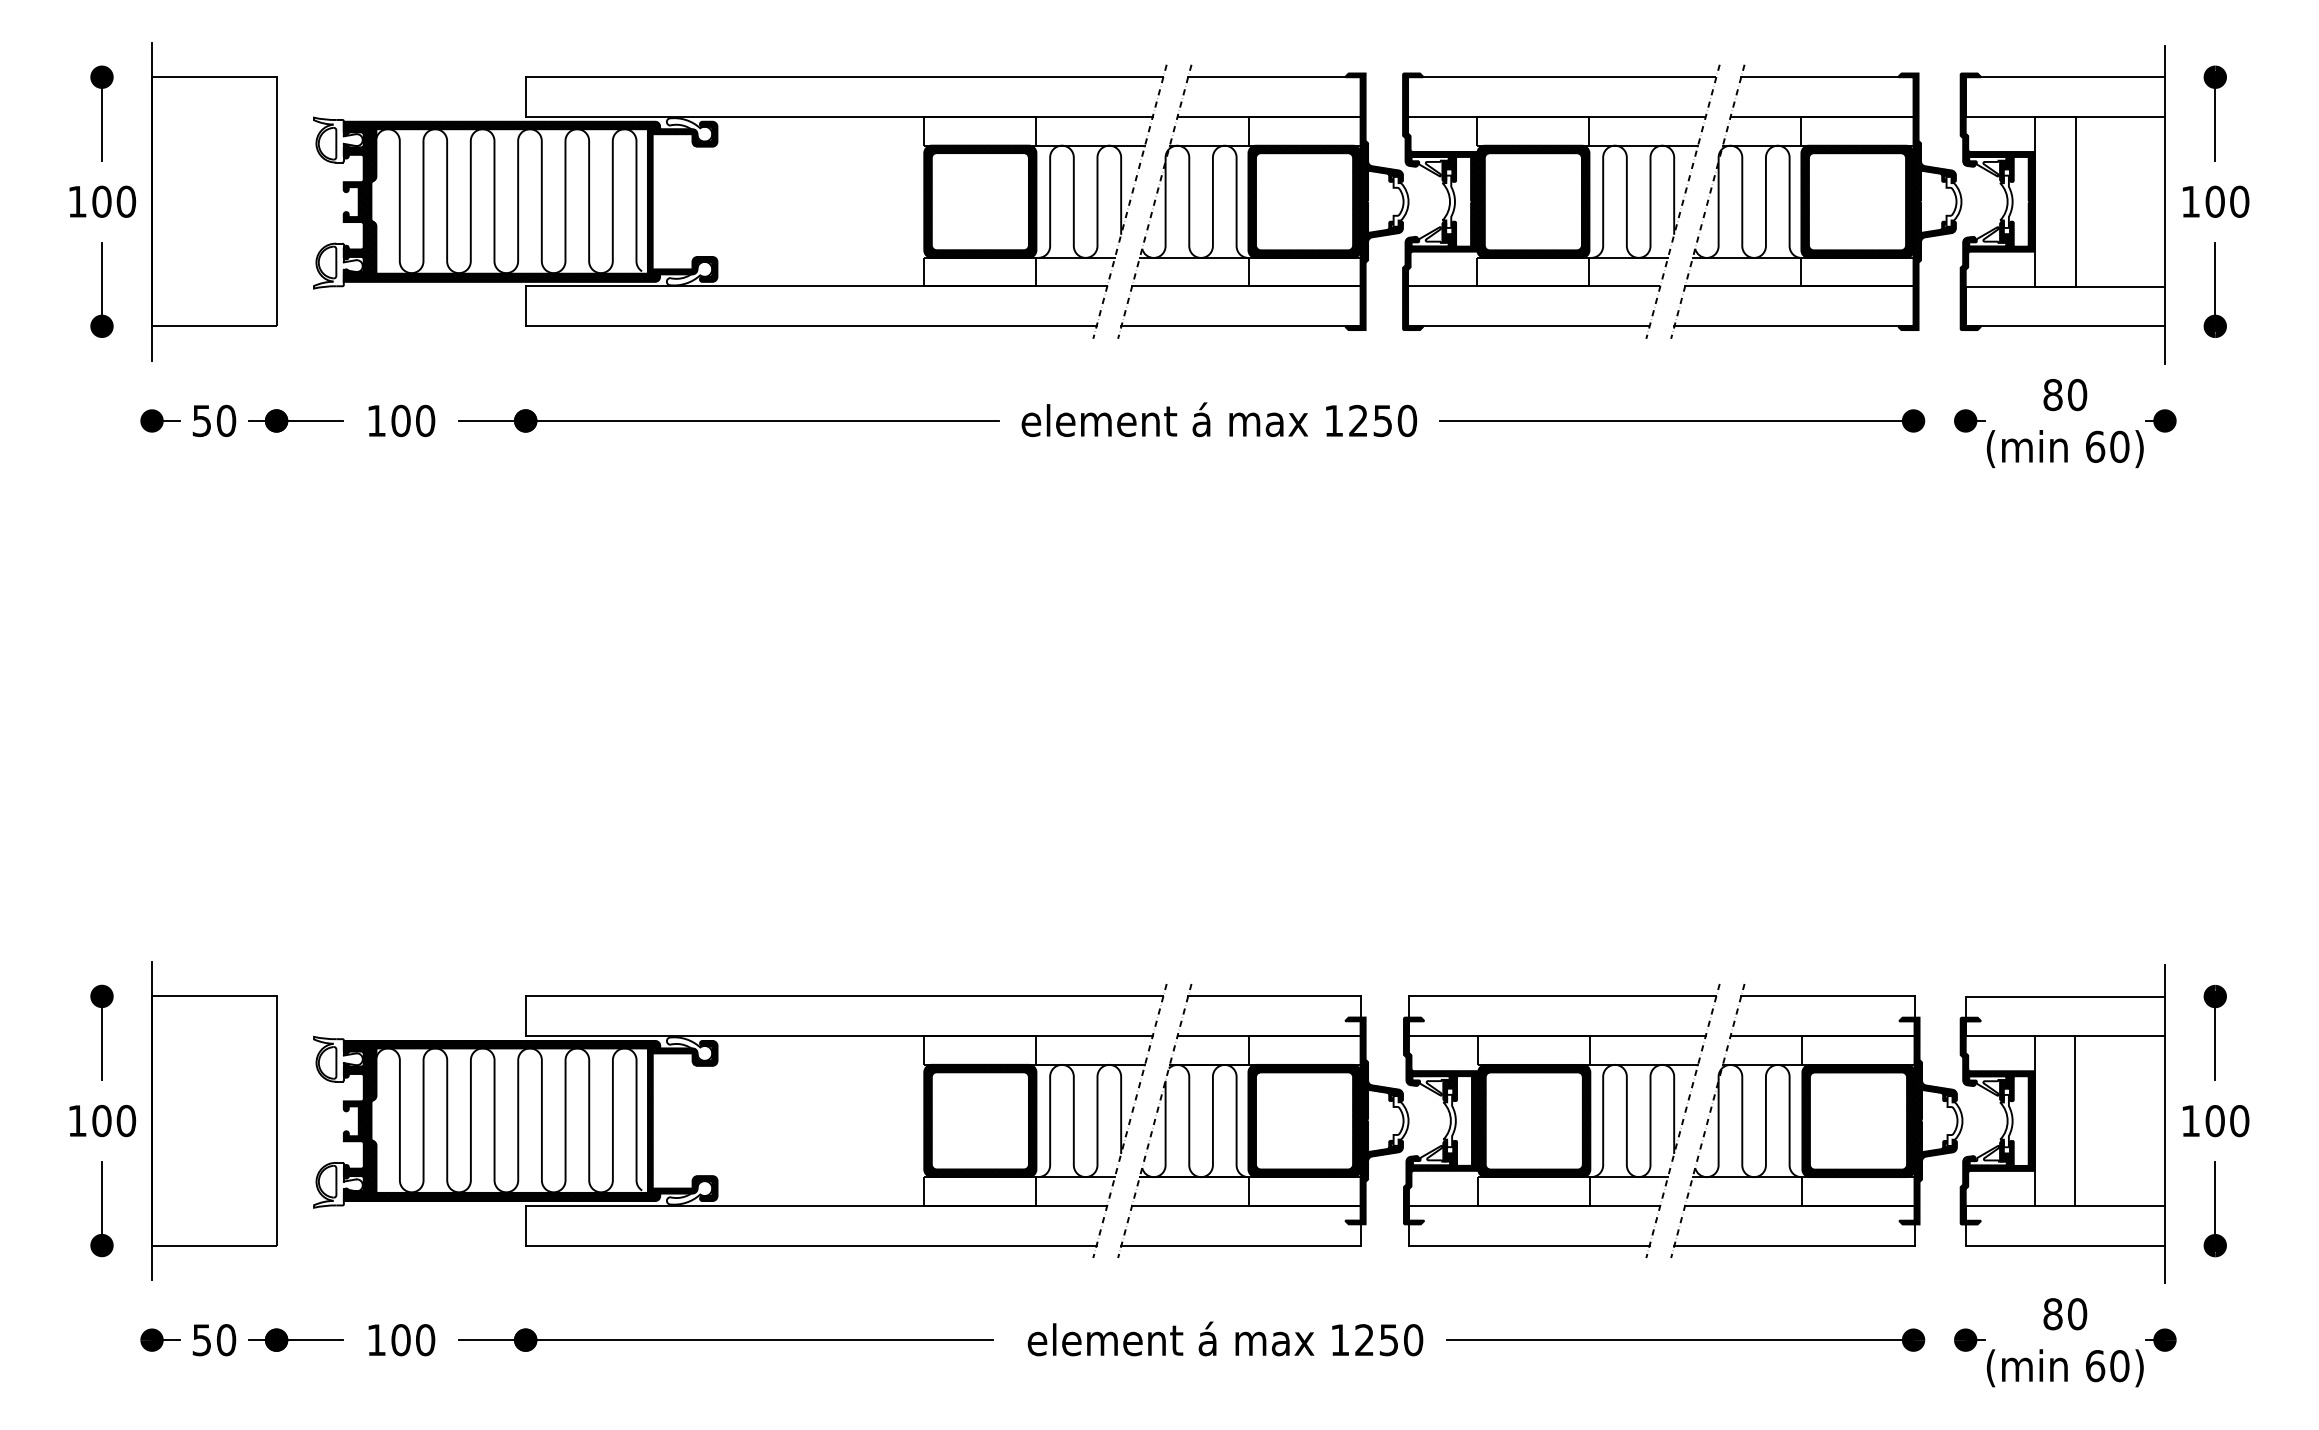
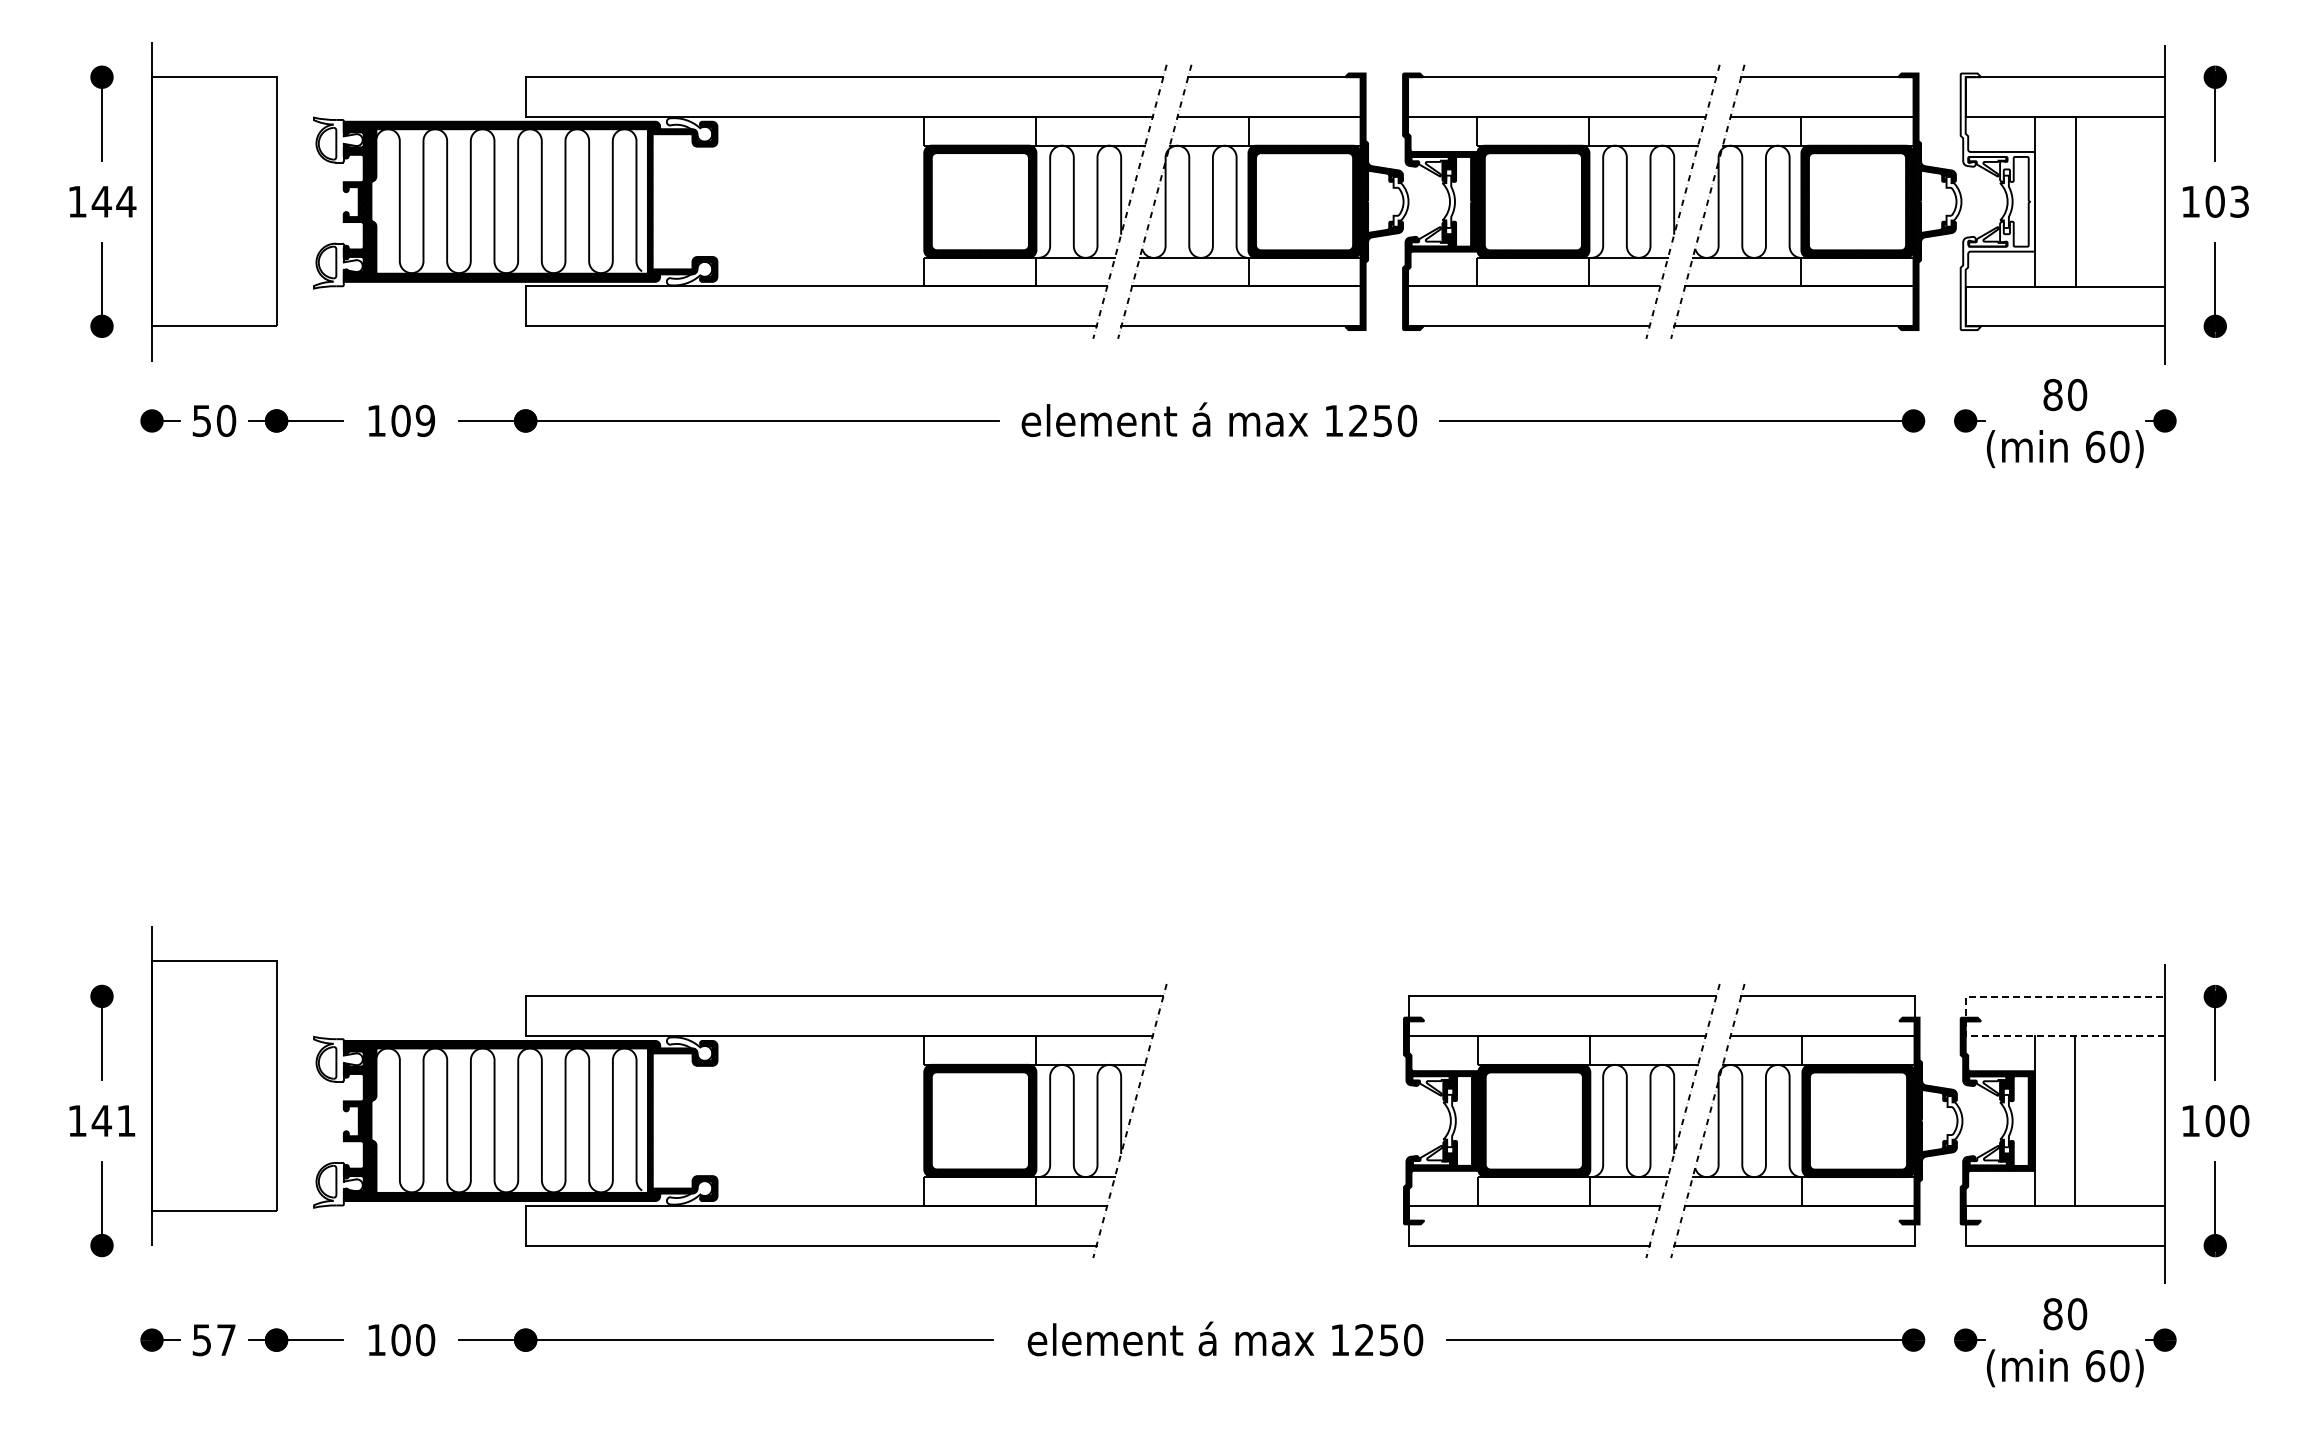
text at (113, 201): 100 -> 144
hatch at (1997, 201): present -> none
text at (2239, 201): 100 -> 103
text at (425, 421): 100 -> 109
line at (1965, 1016): solid -> dashed
text at (113, 1120): 100 -> 141
part at (214, 1120) position: (214, 1120) -> (214, 1085)
part at (1263, 1120): present -> none
text at (226, 1340): 50 -> 57
